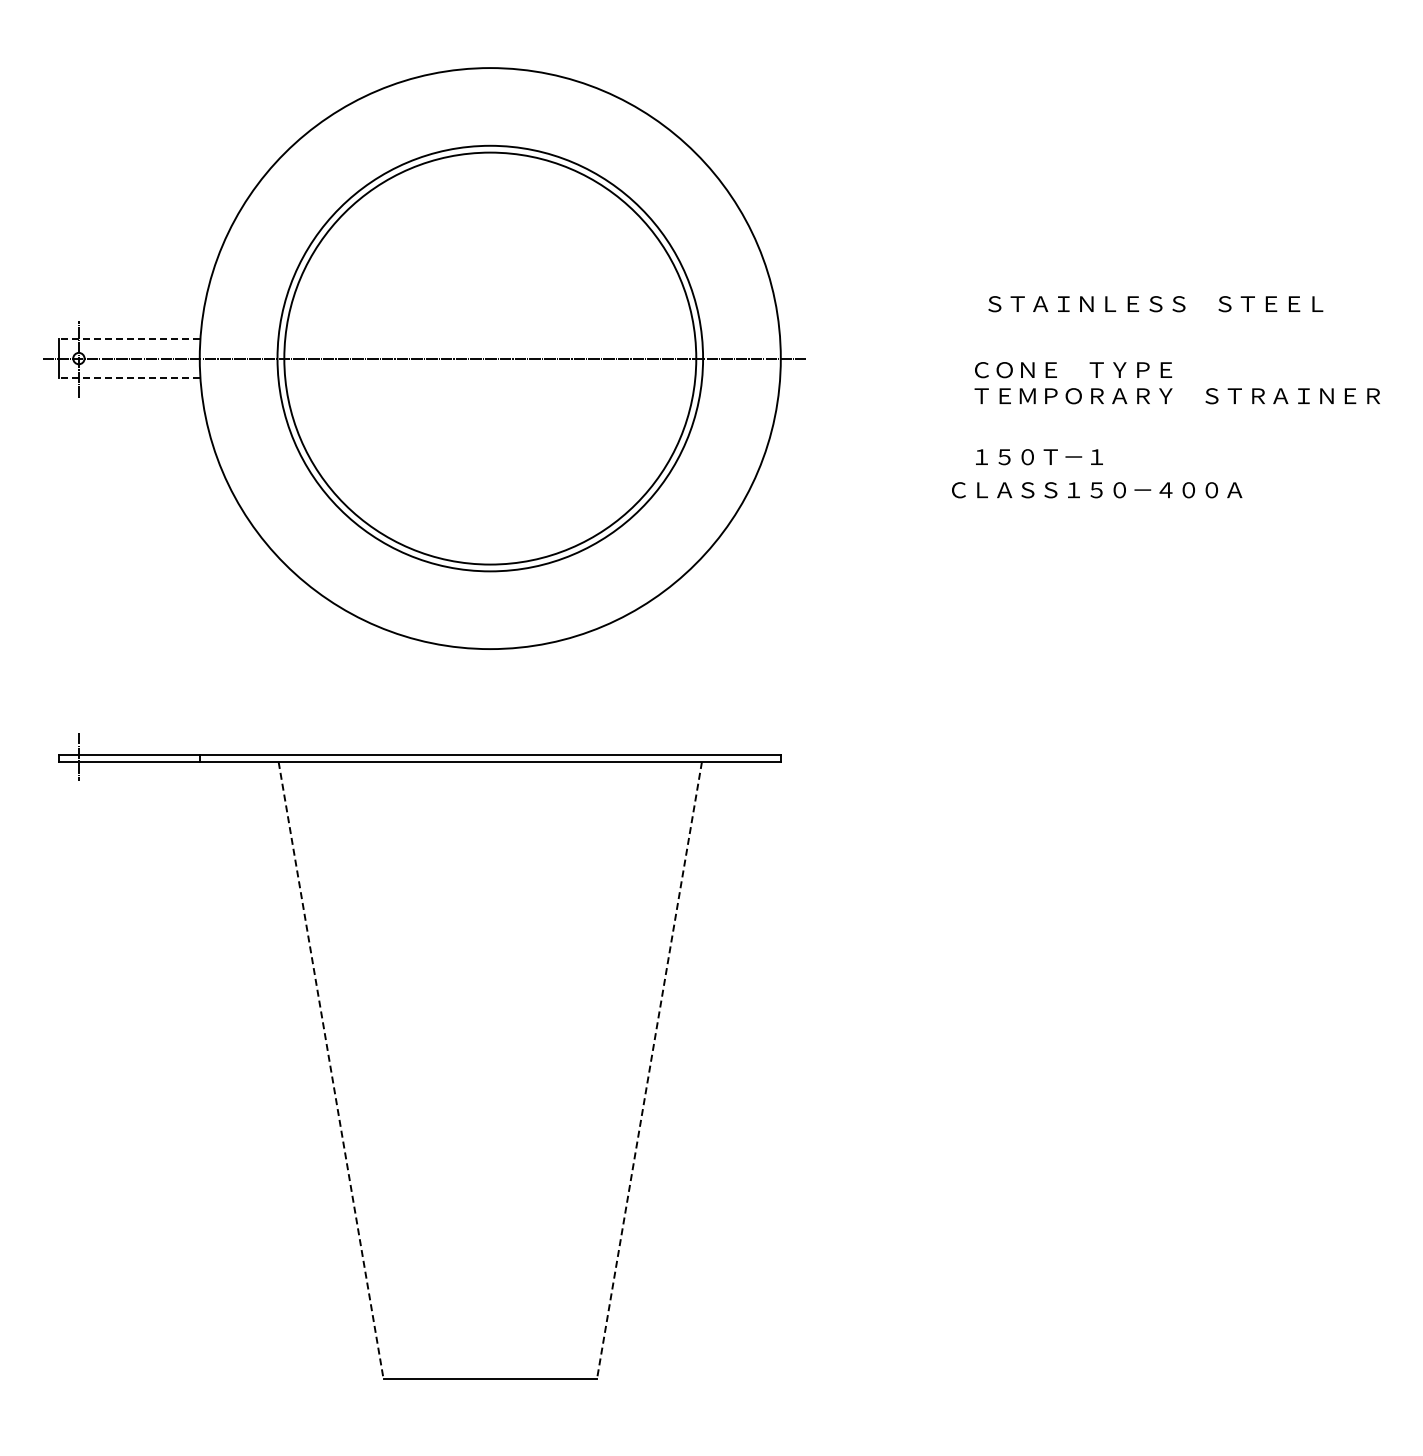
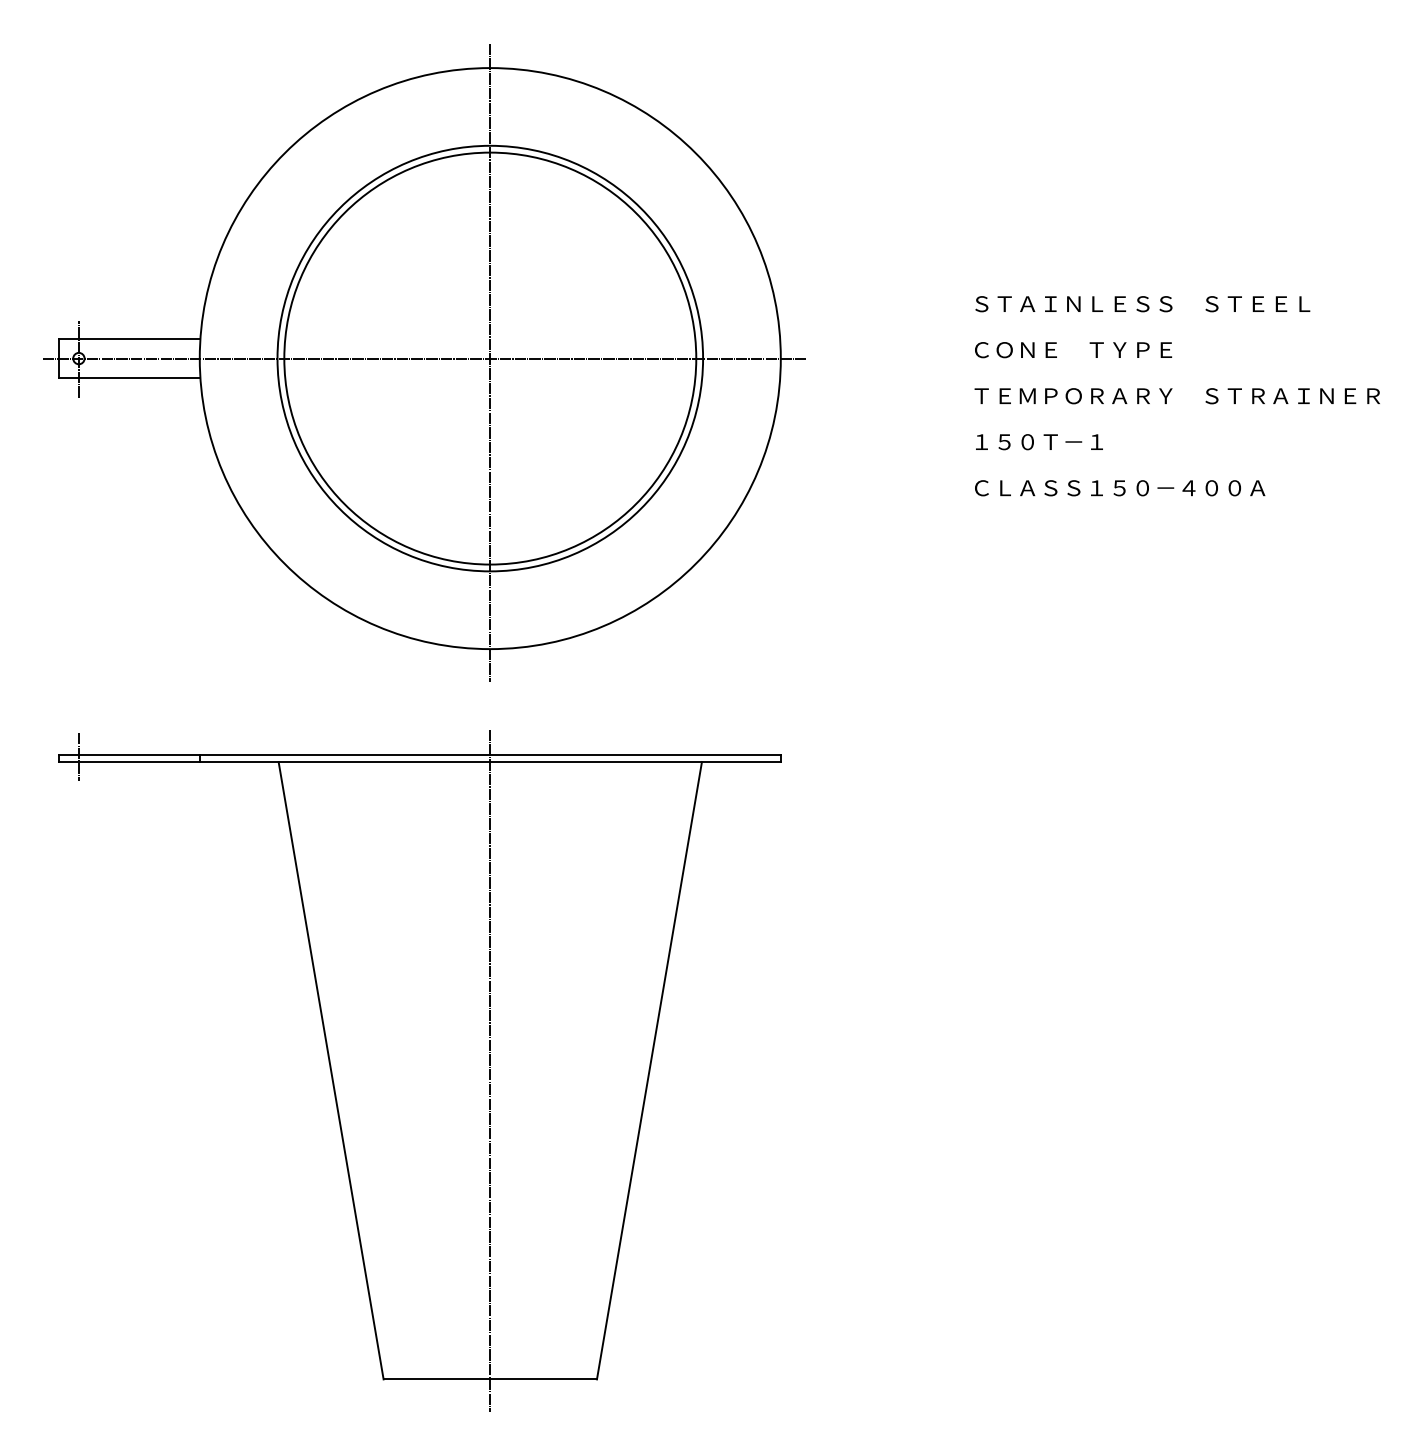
text at (1155, 304) position: (1155, 304) -> (1142, 304)
line at (129, 338): dashed -> solid
line at (490, 362): none -> present
text at (1073, 370) position: (1073, 370) -> (1073, 350)
line at (129, 378): dashed -> solid
text at (1039, 457) position: (1039, 457) -> (1039, 442)
text at (1097, 490) position: (1097, 490) -> (1120, 488)
line at (490, 1070): none -> present
line at (331, 1071): dashed -> solid
line at (649, 1071): dashed -> solid
